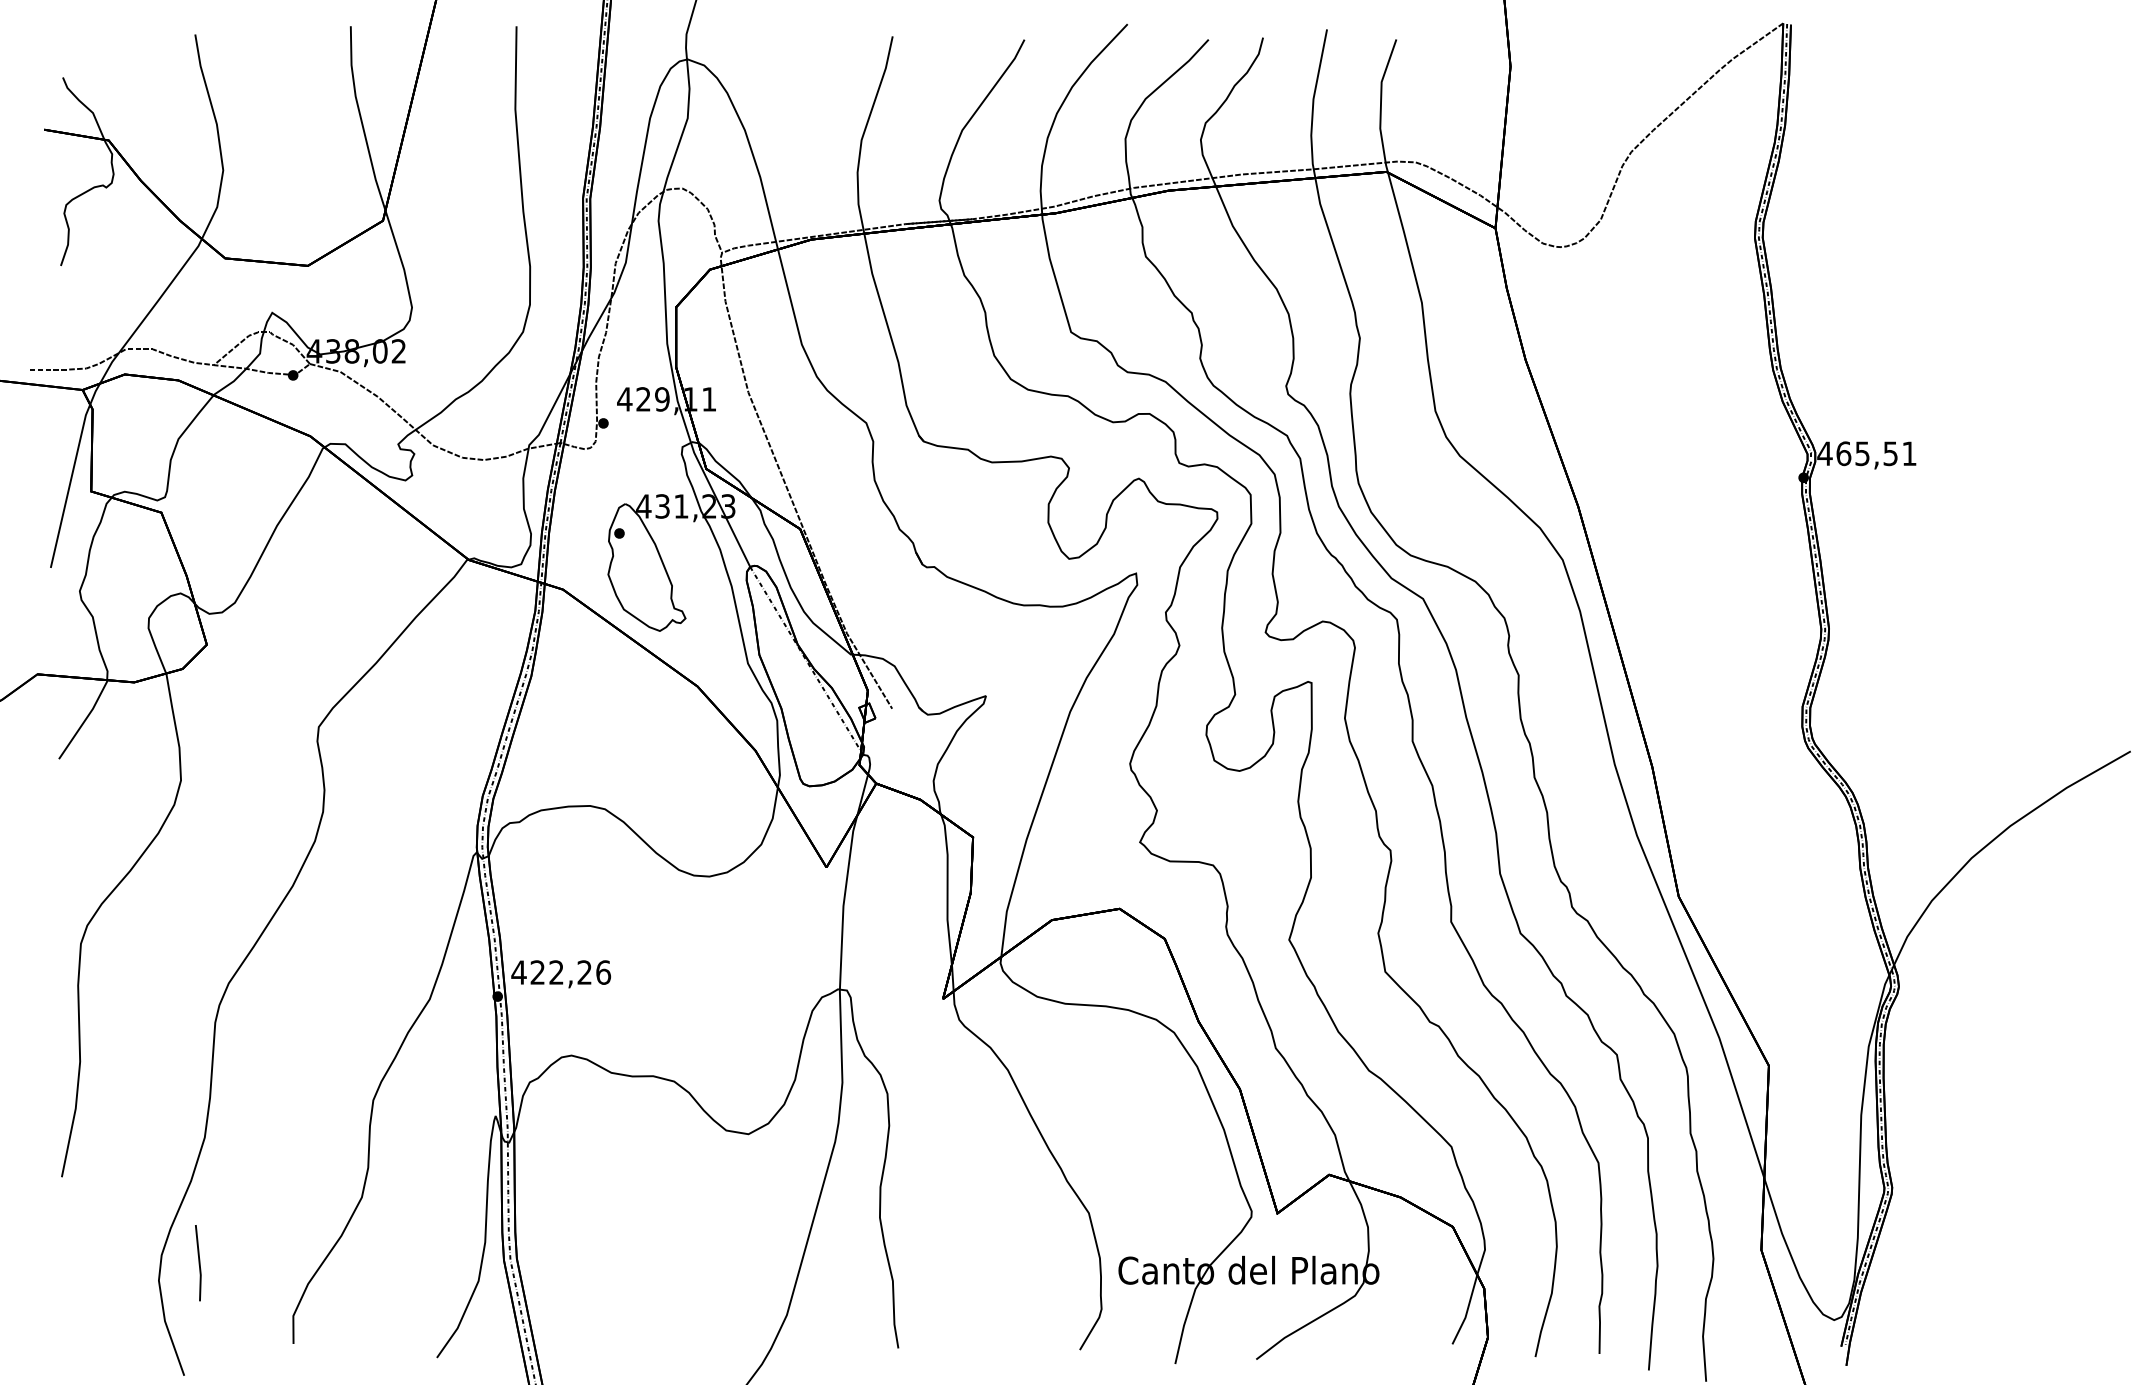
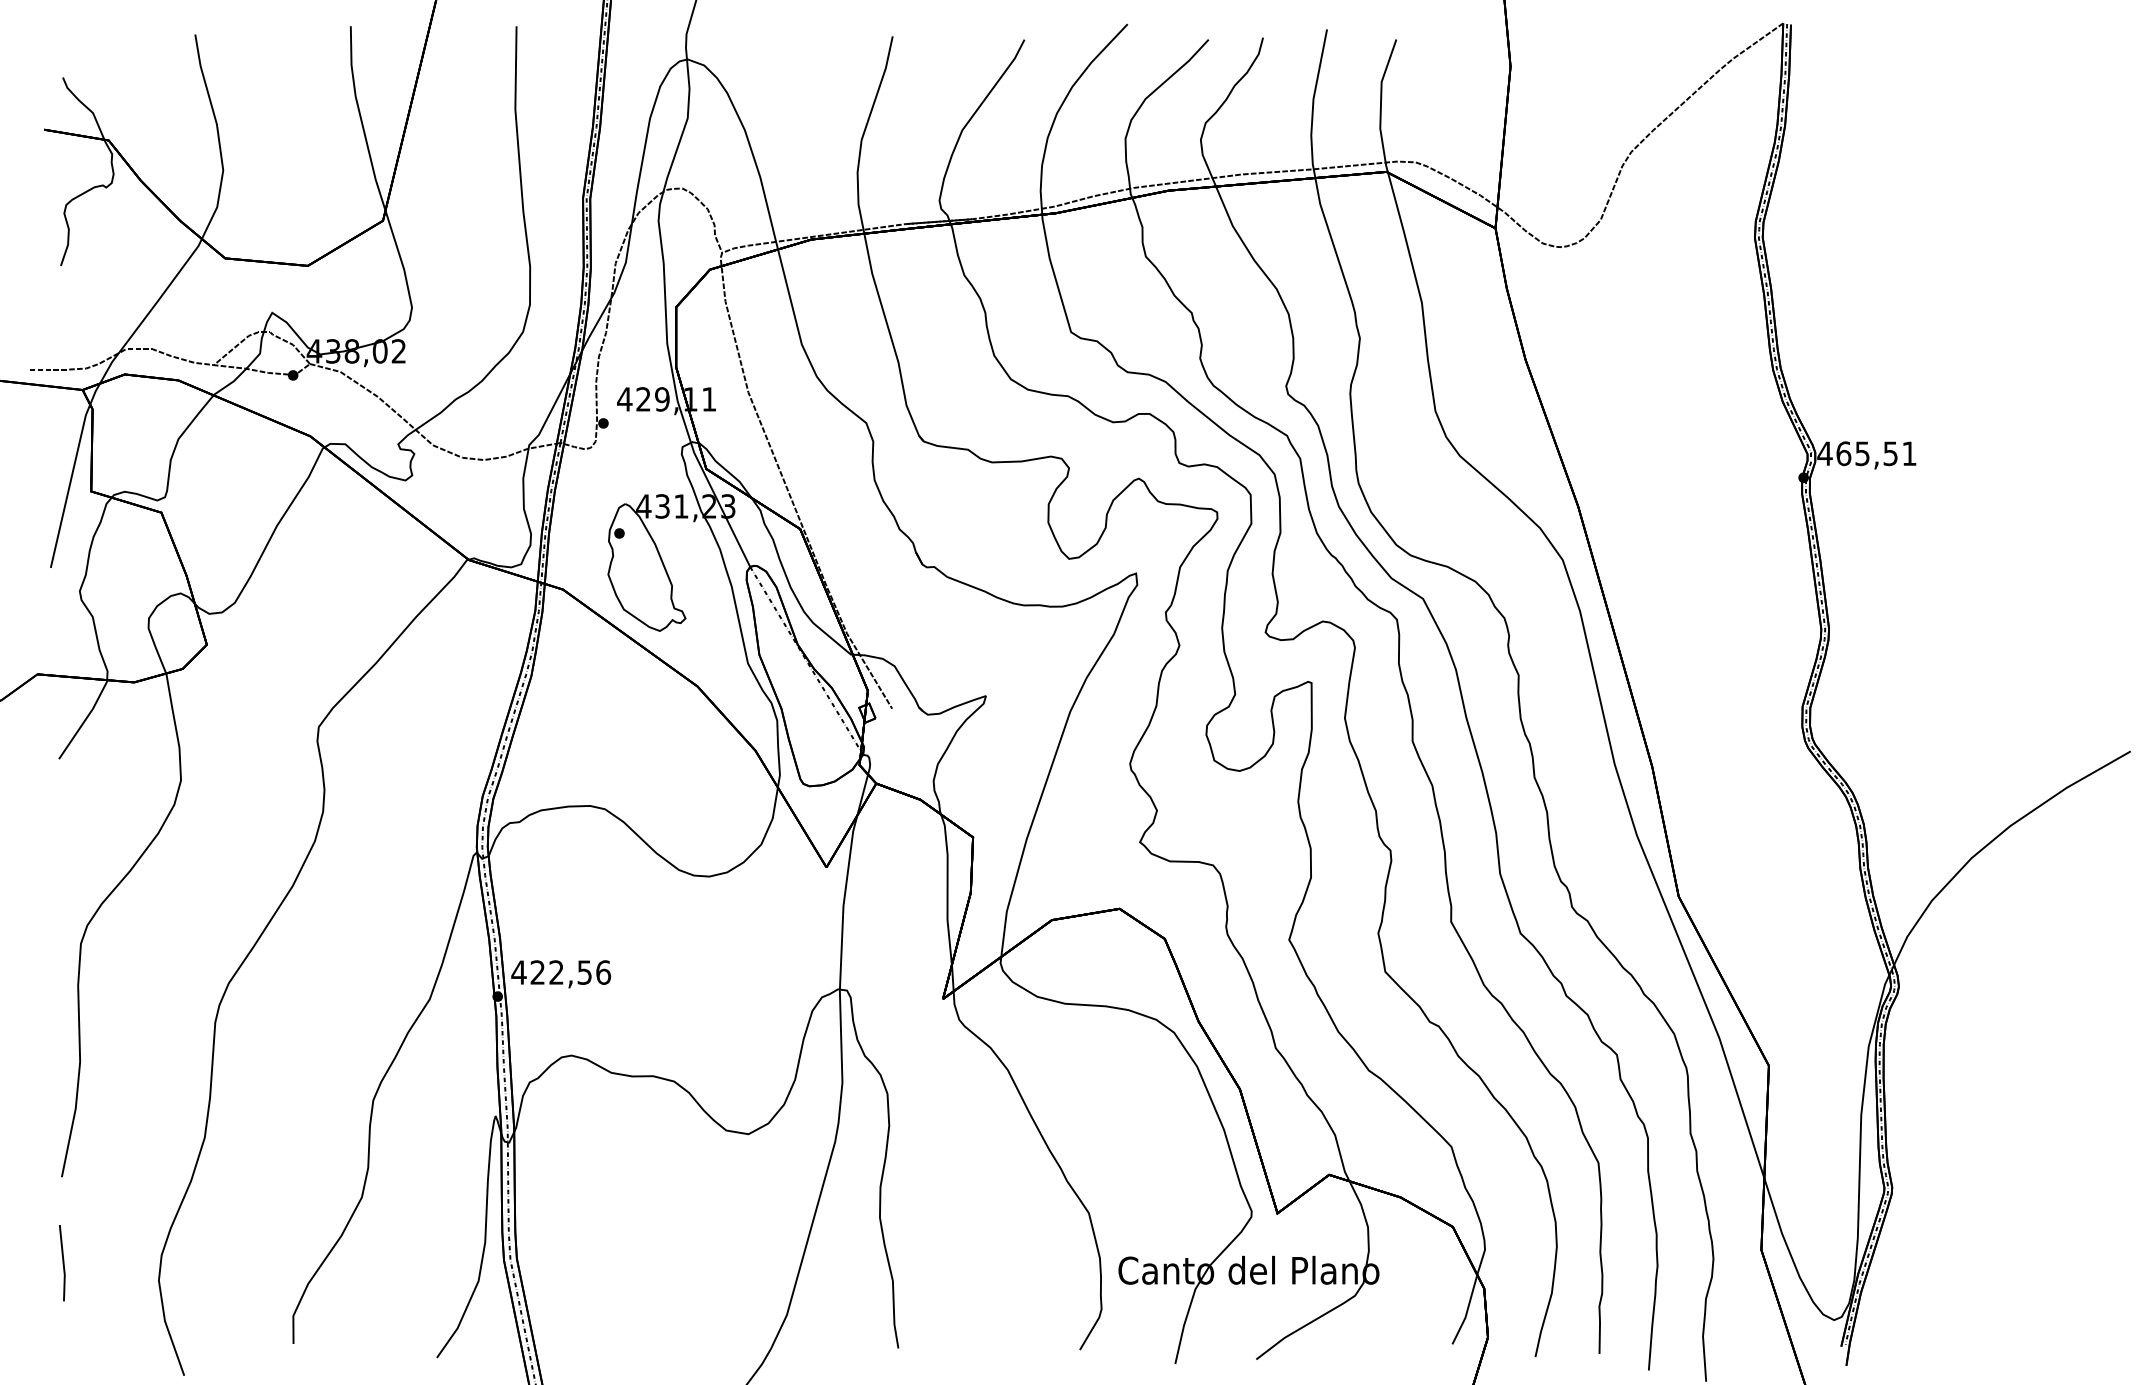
text at (584, 972): 422,26 -> 422,56
line at (198, 1263) position: (198, 1263) -> (62, 1263)
